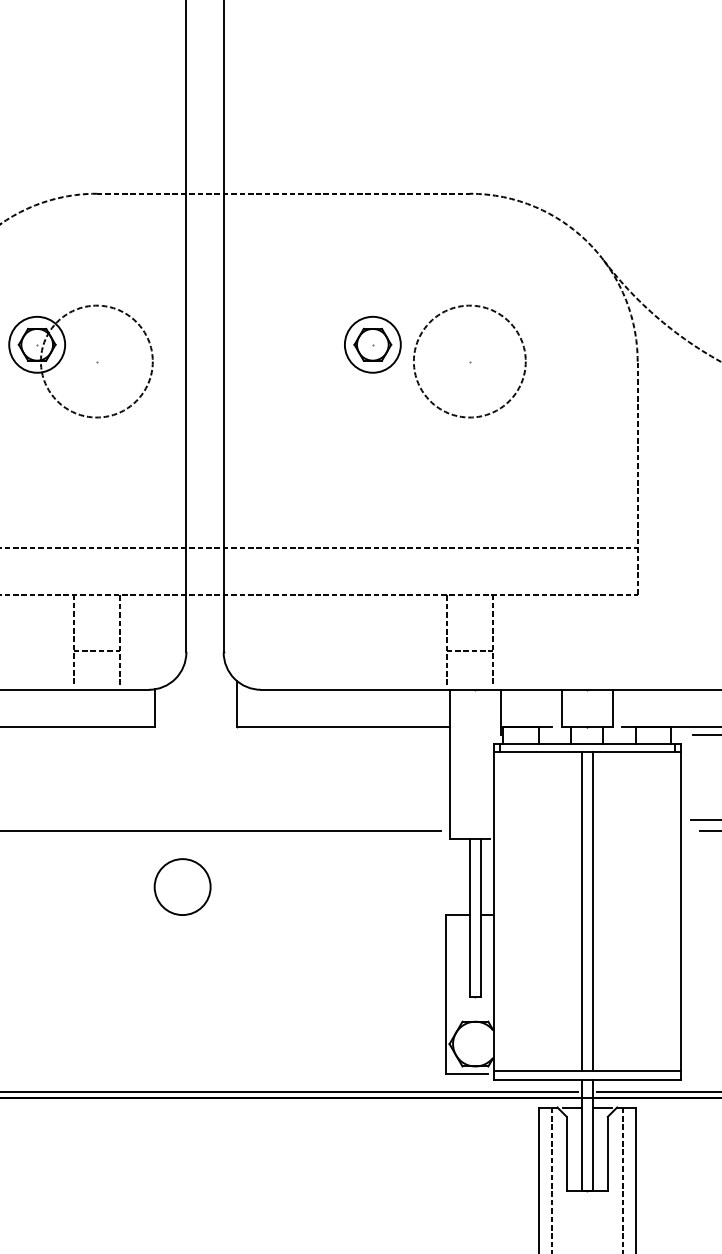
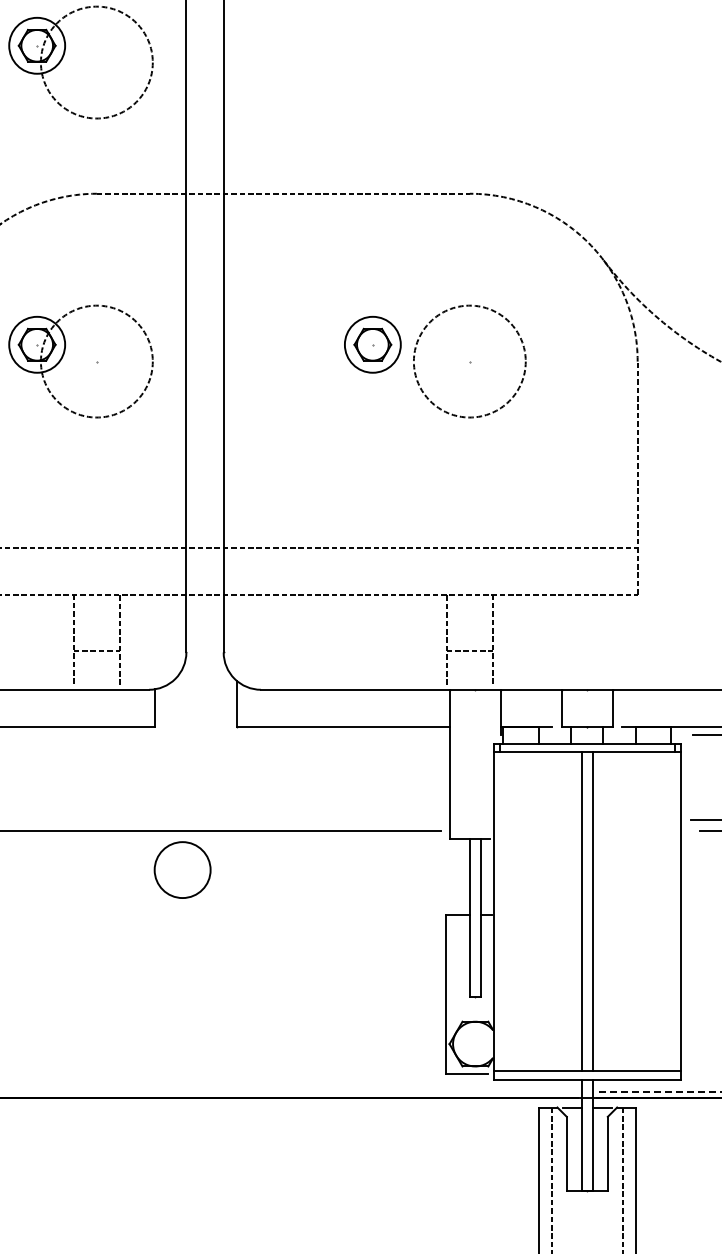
part at (64, 55): none -> present
circle at (182, 886) position: (182, 886) -> (182, 869)
line at (289, 1092): present -> none
line at (658, 1092): solid -> dashed
